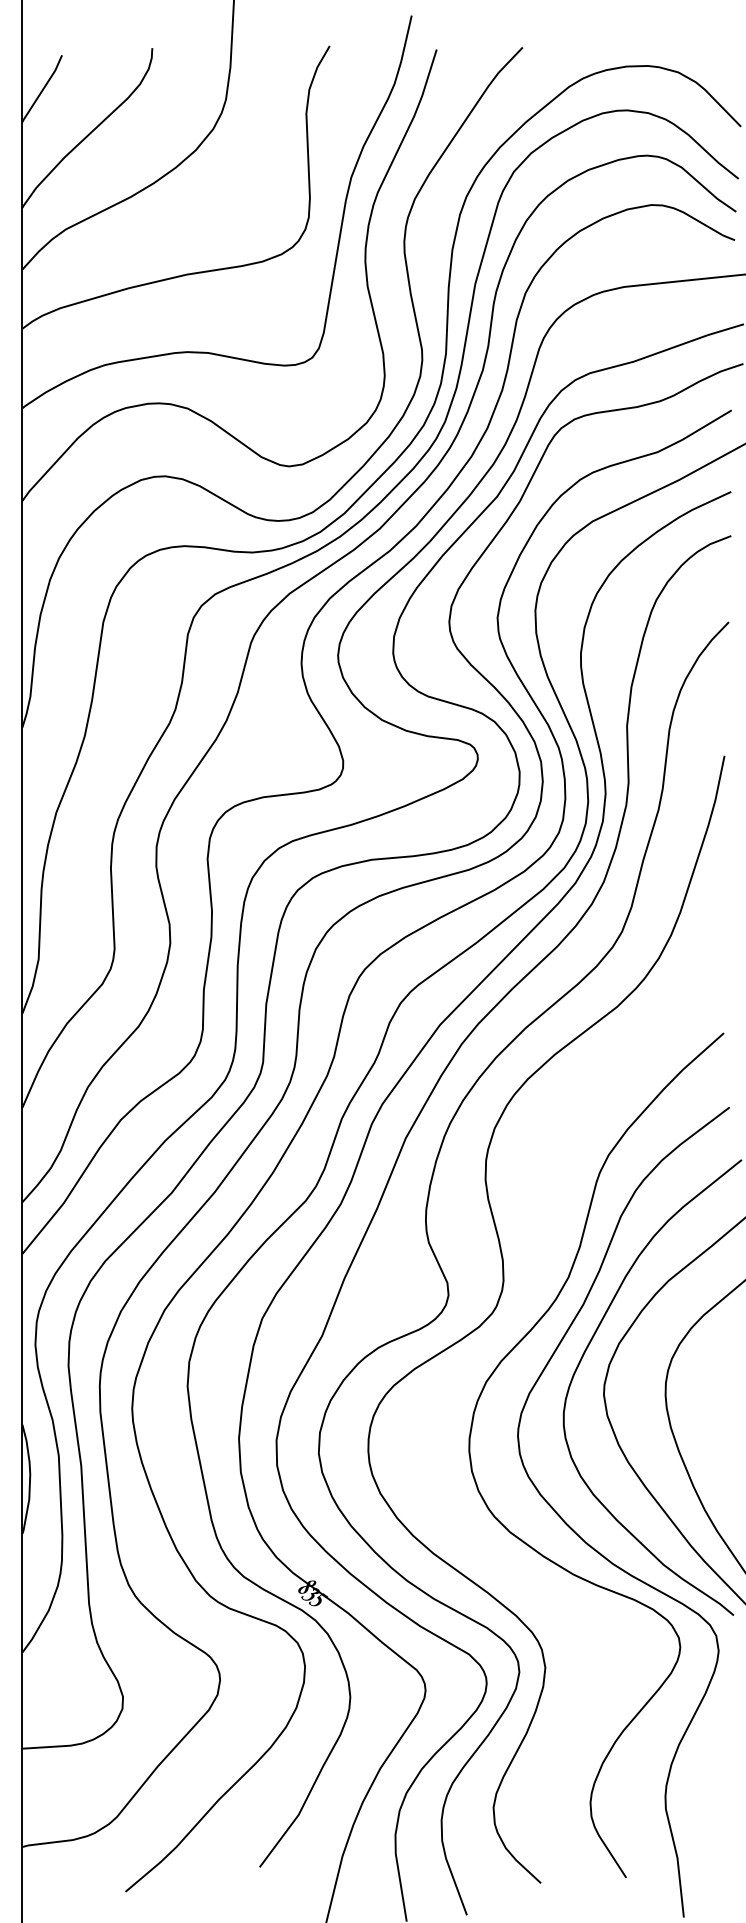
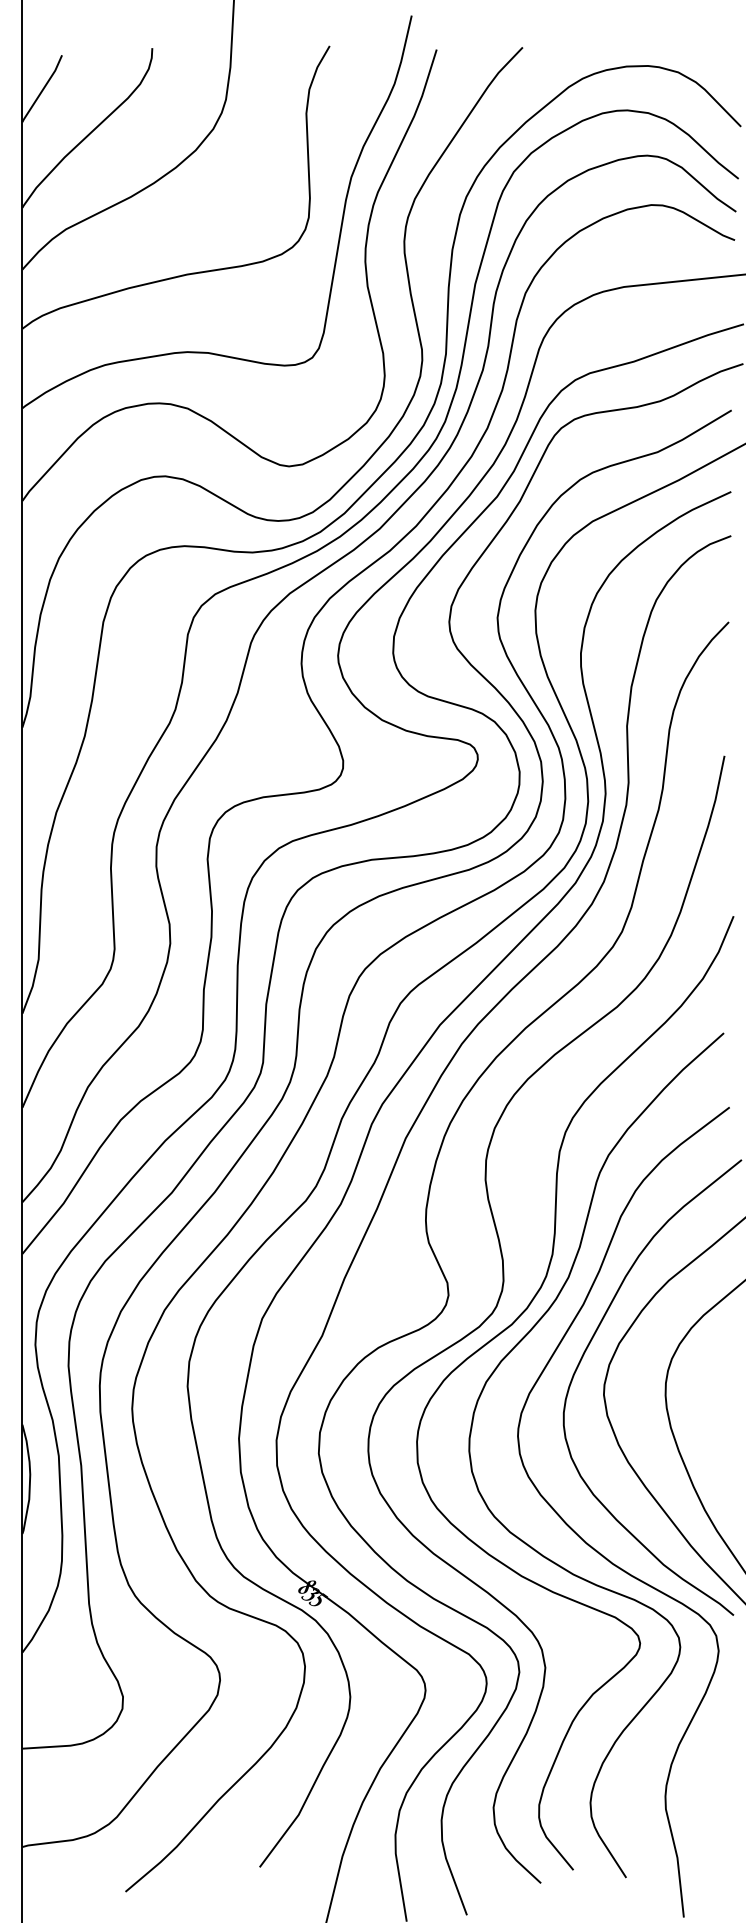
curve at (512, 1325): none -> present
